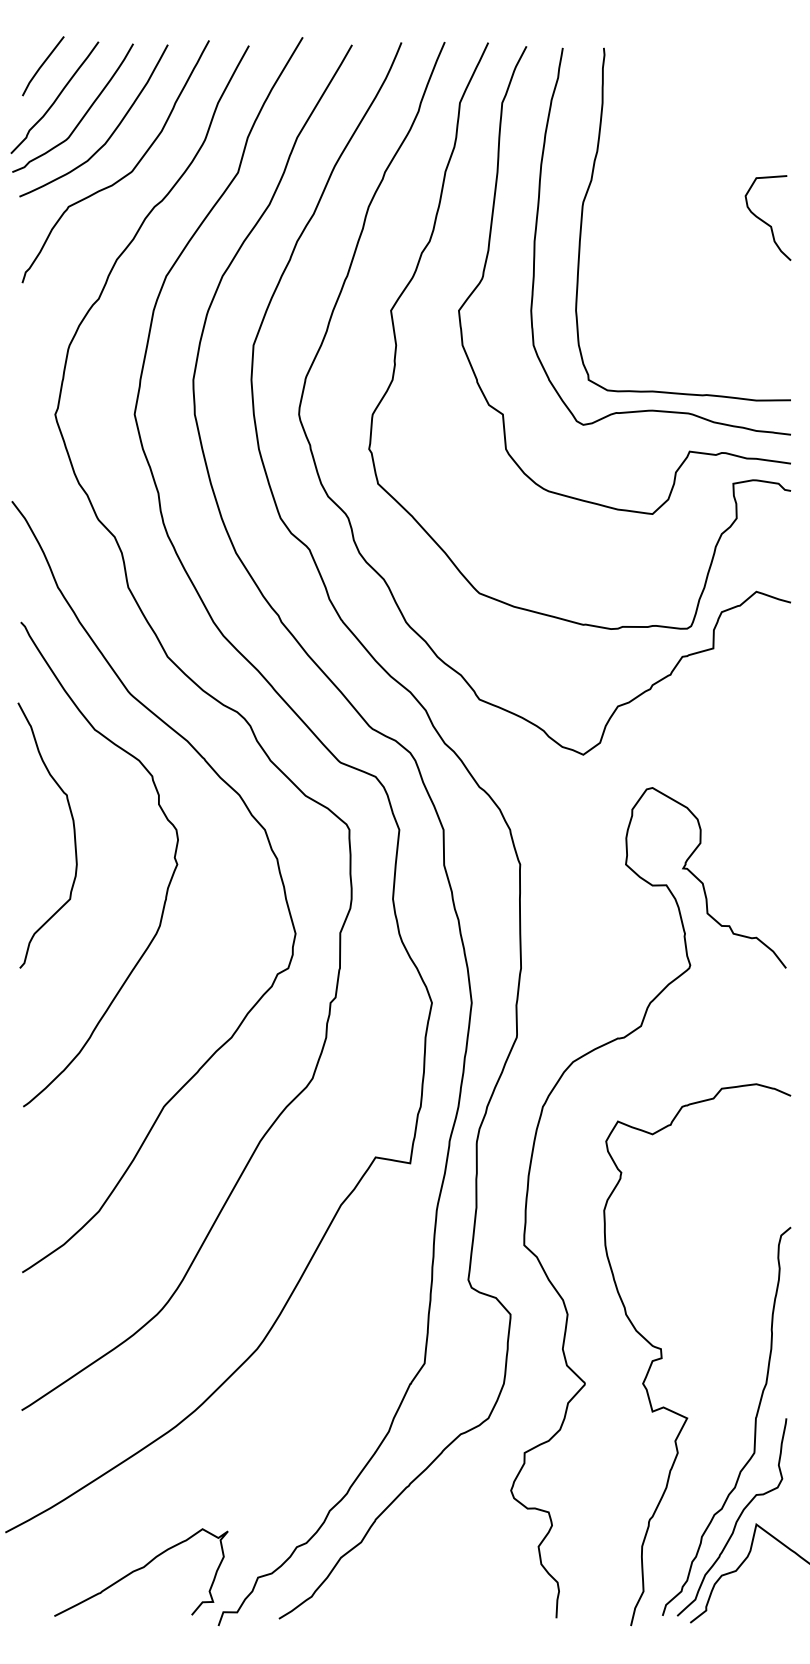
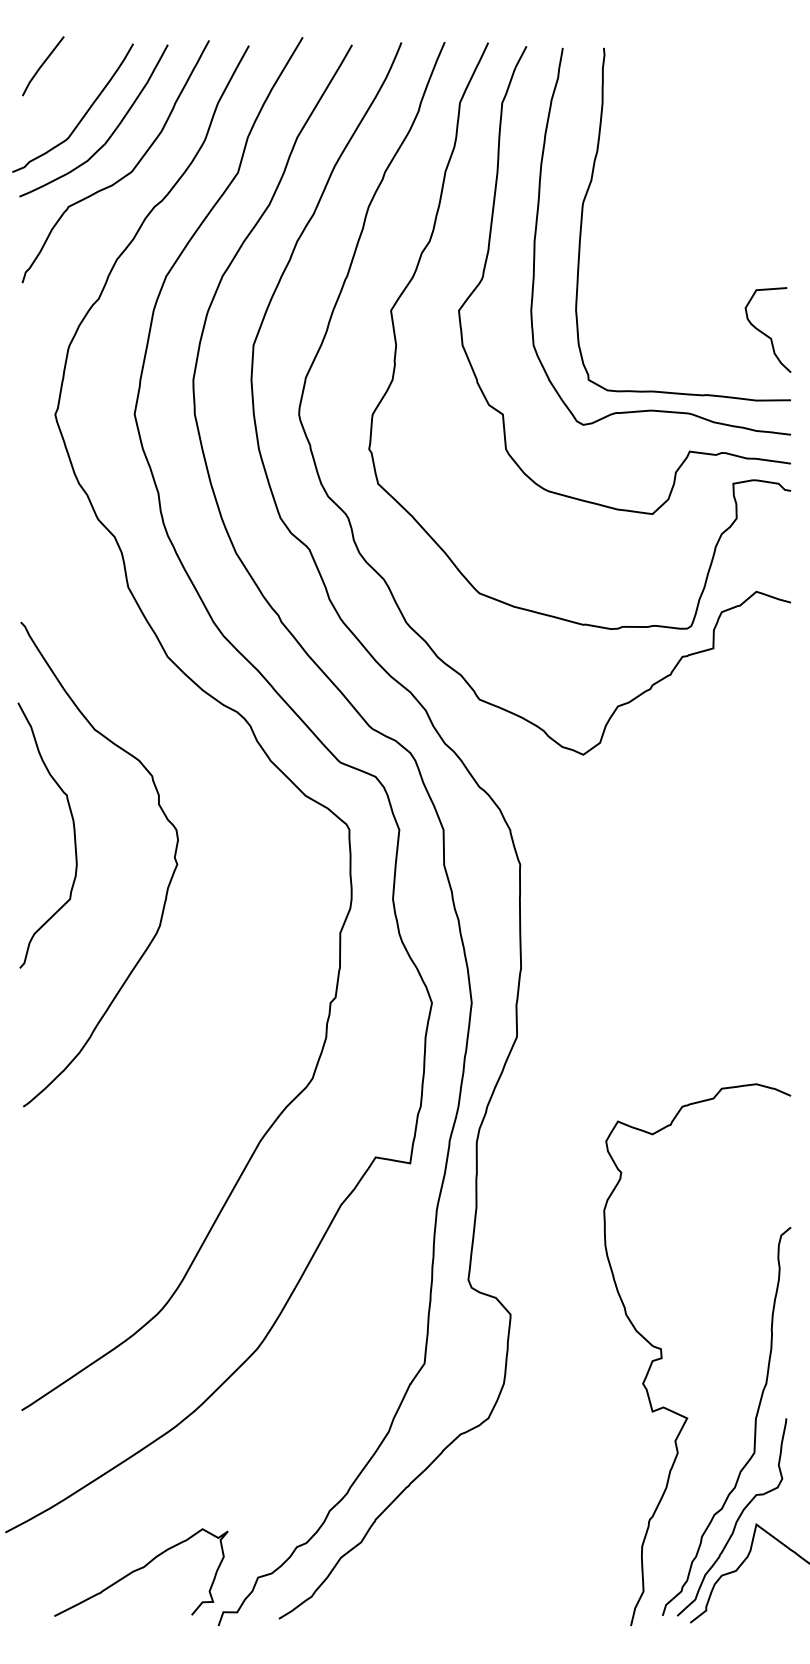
curve at (55, 98): present -> none
curve at (765, 221) position: (765, 221) -> (765, 333)
curve at (251, 816): present -> none
curve at (528, 1193): present -> none
